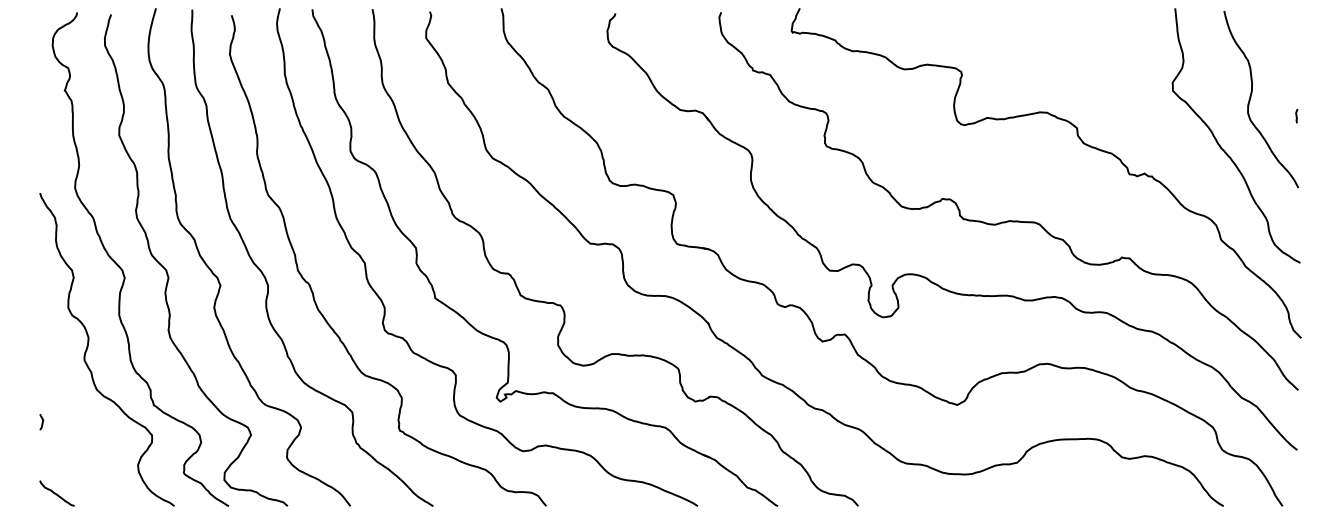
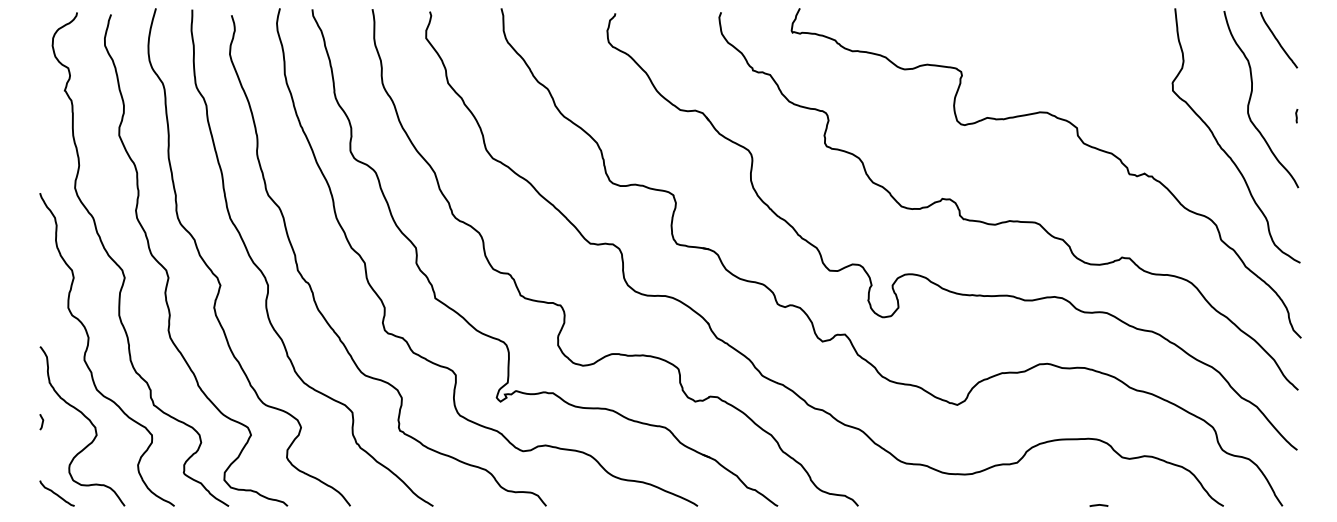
curve at (1278, 40): none -> present
curve at (88, 420): none -> present
line at (1098, 505): none -> present
